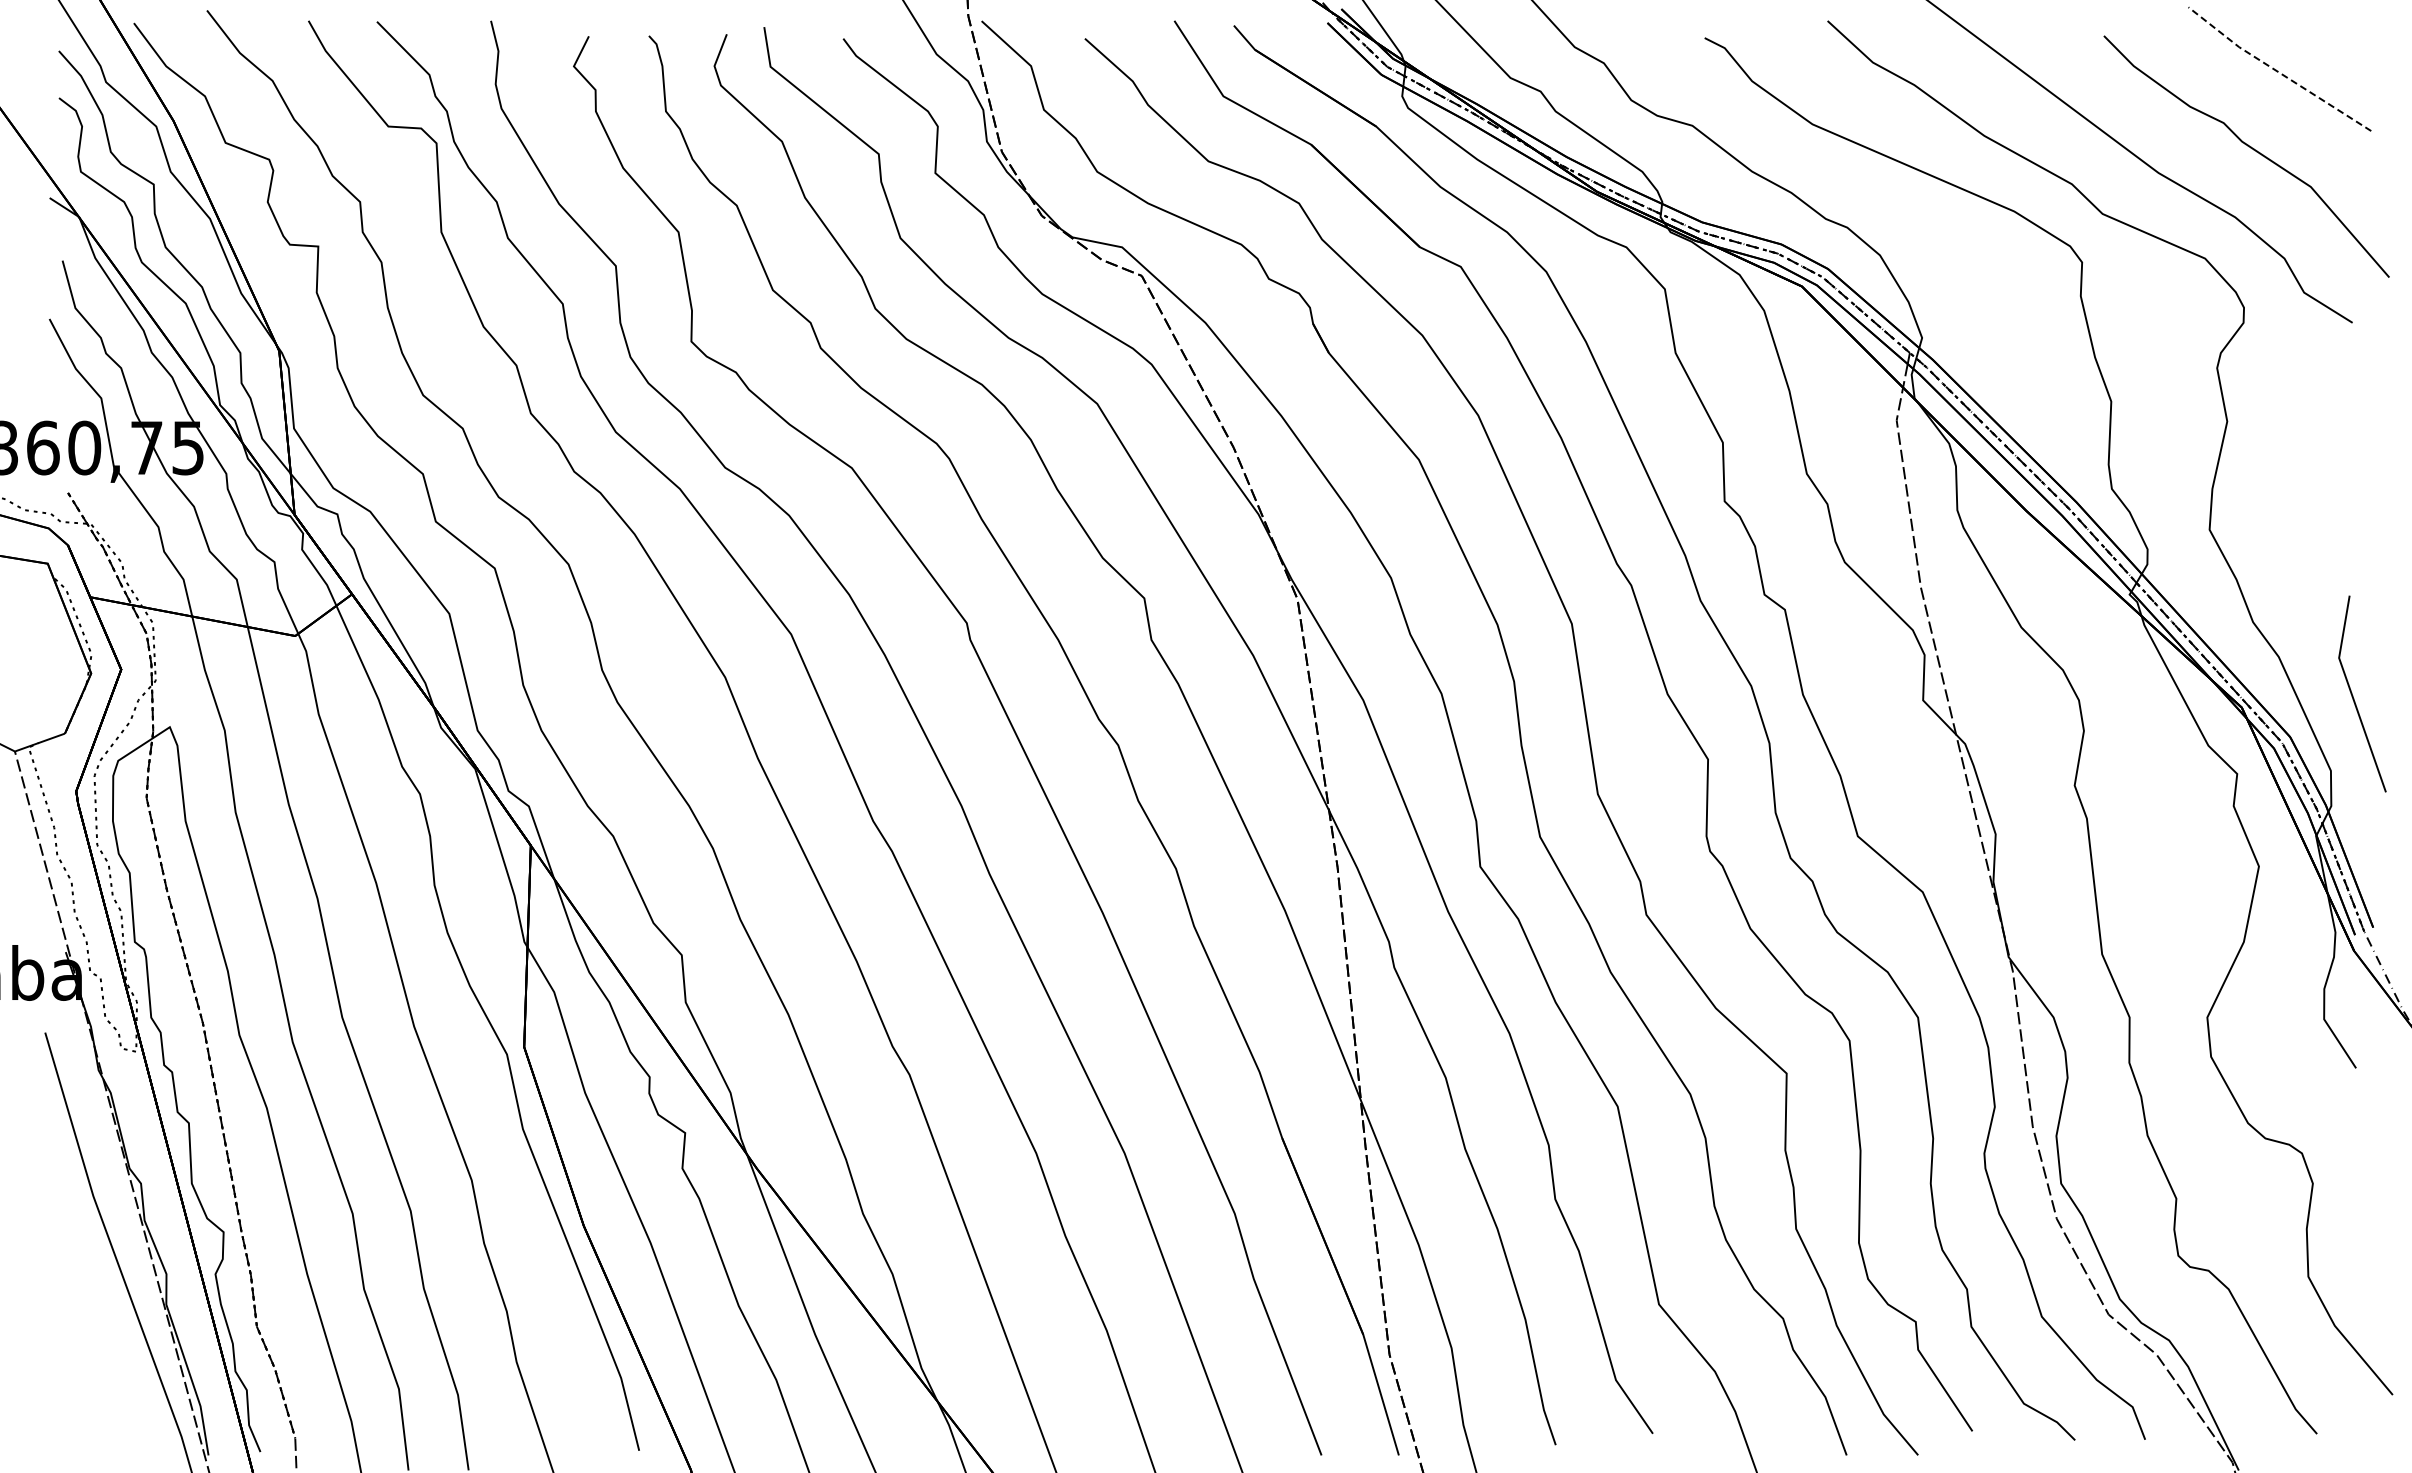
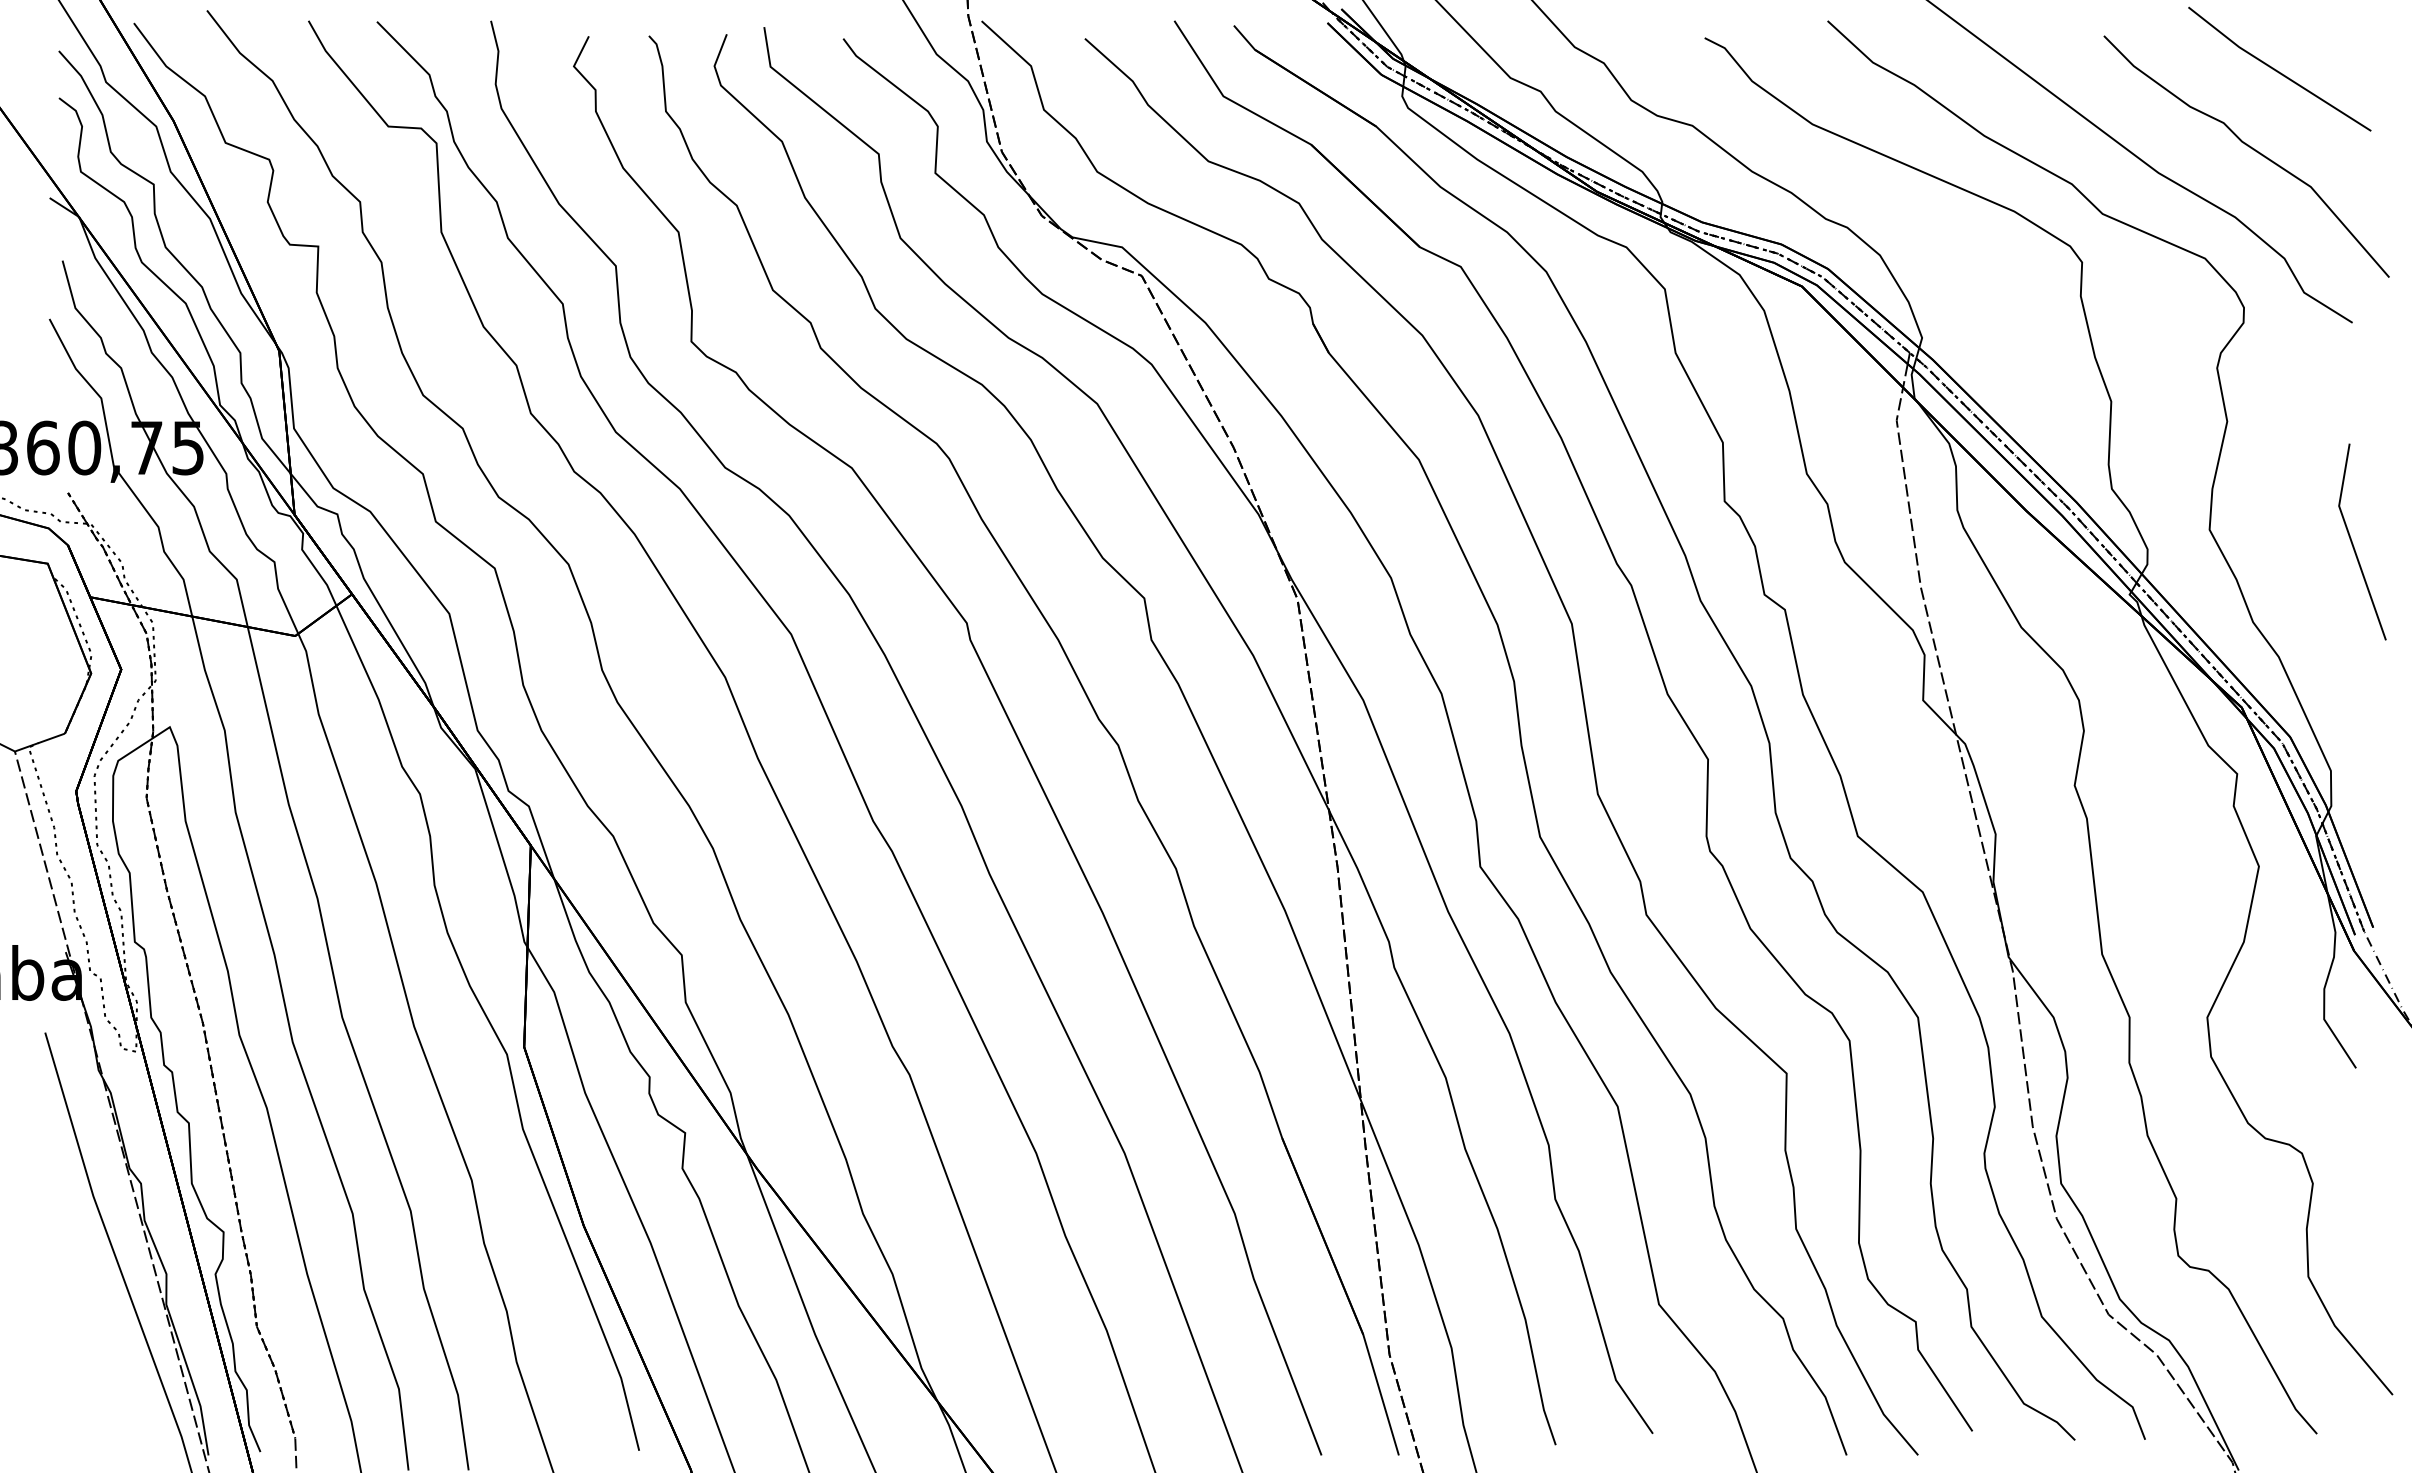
line at (2277, 71): dashed -> solid
line at (2353, 695) position: (2353, 695) -> (2353, 543)
